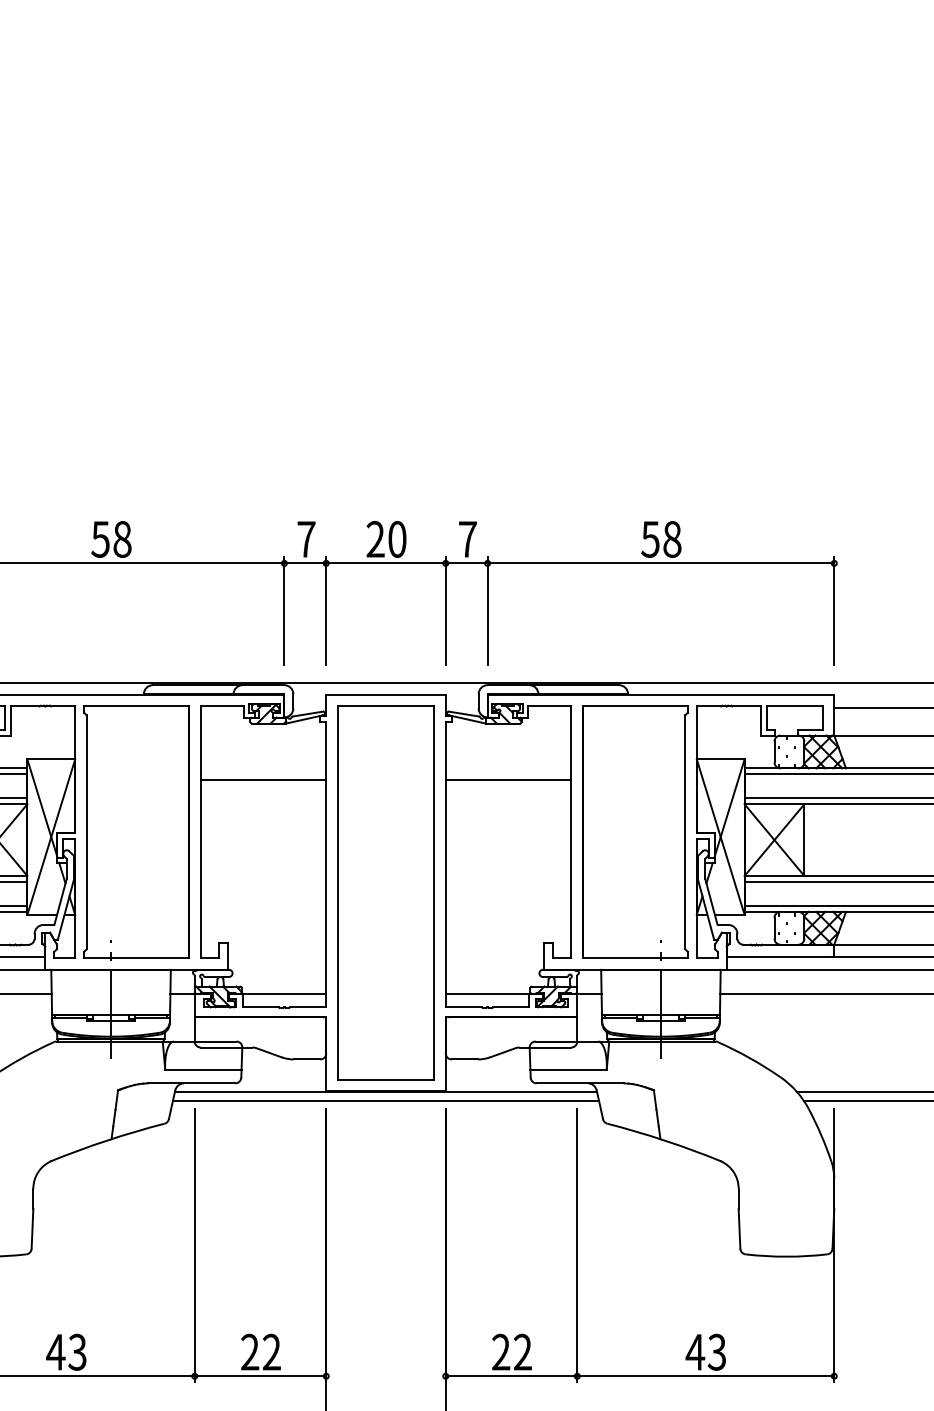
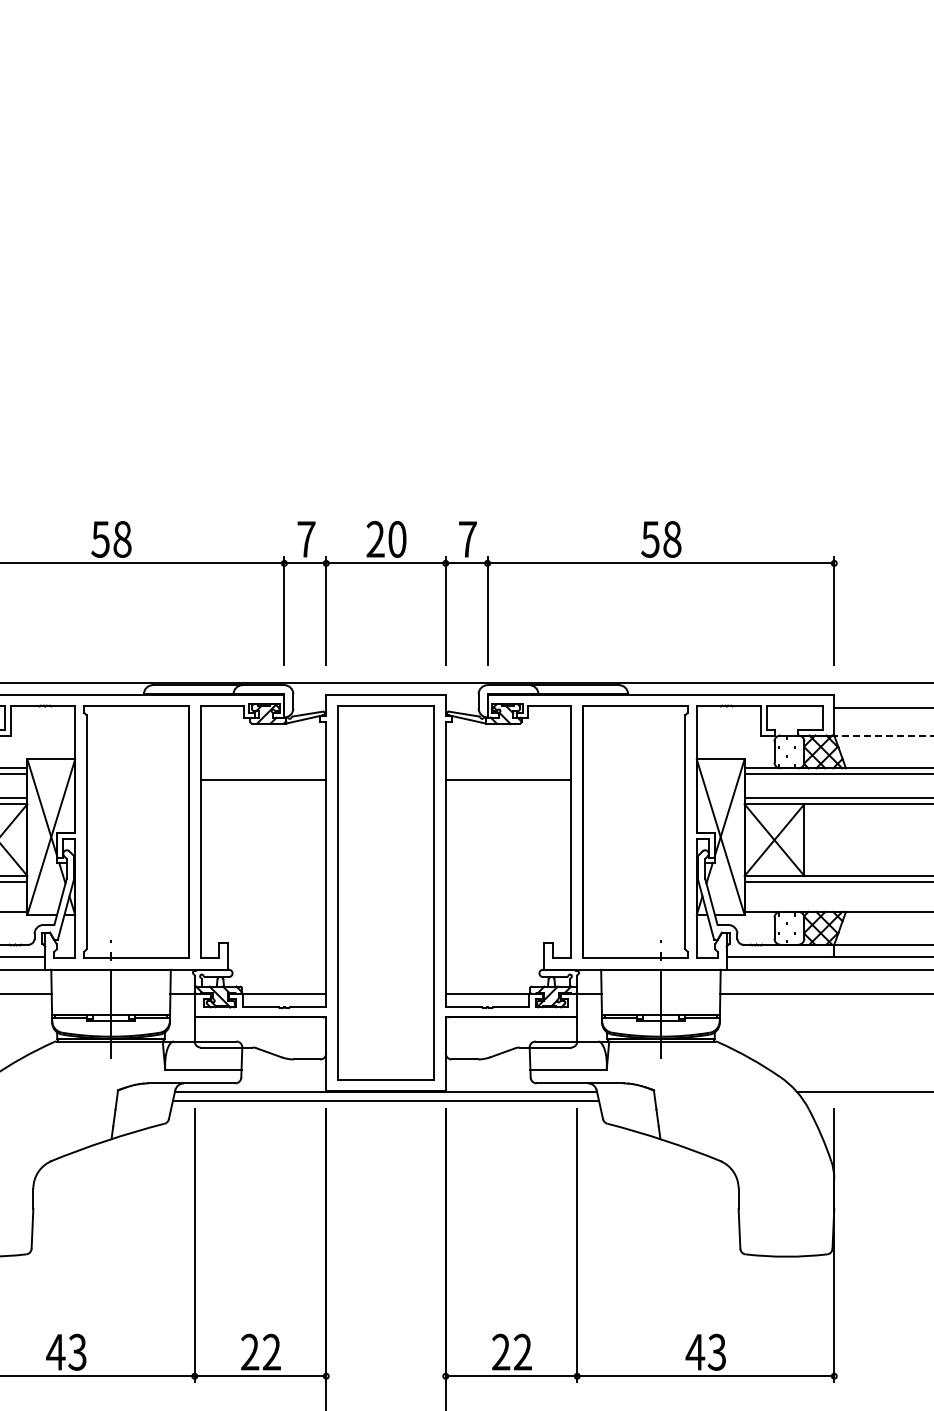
line at (882, 735): solid -> dashed
line at (14, 905): present -> none
line at (837, 905): present -> none
line at (867, 1101): present -> none
